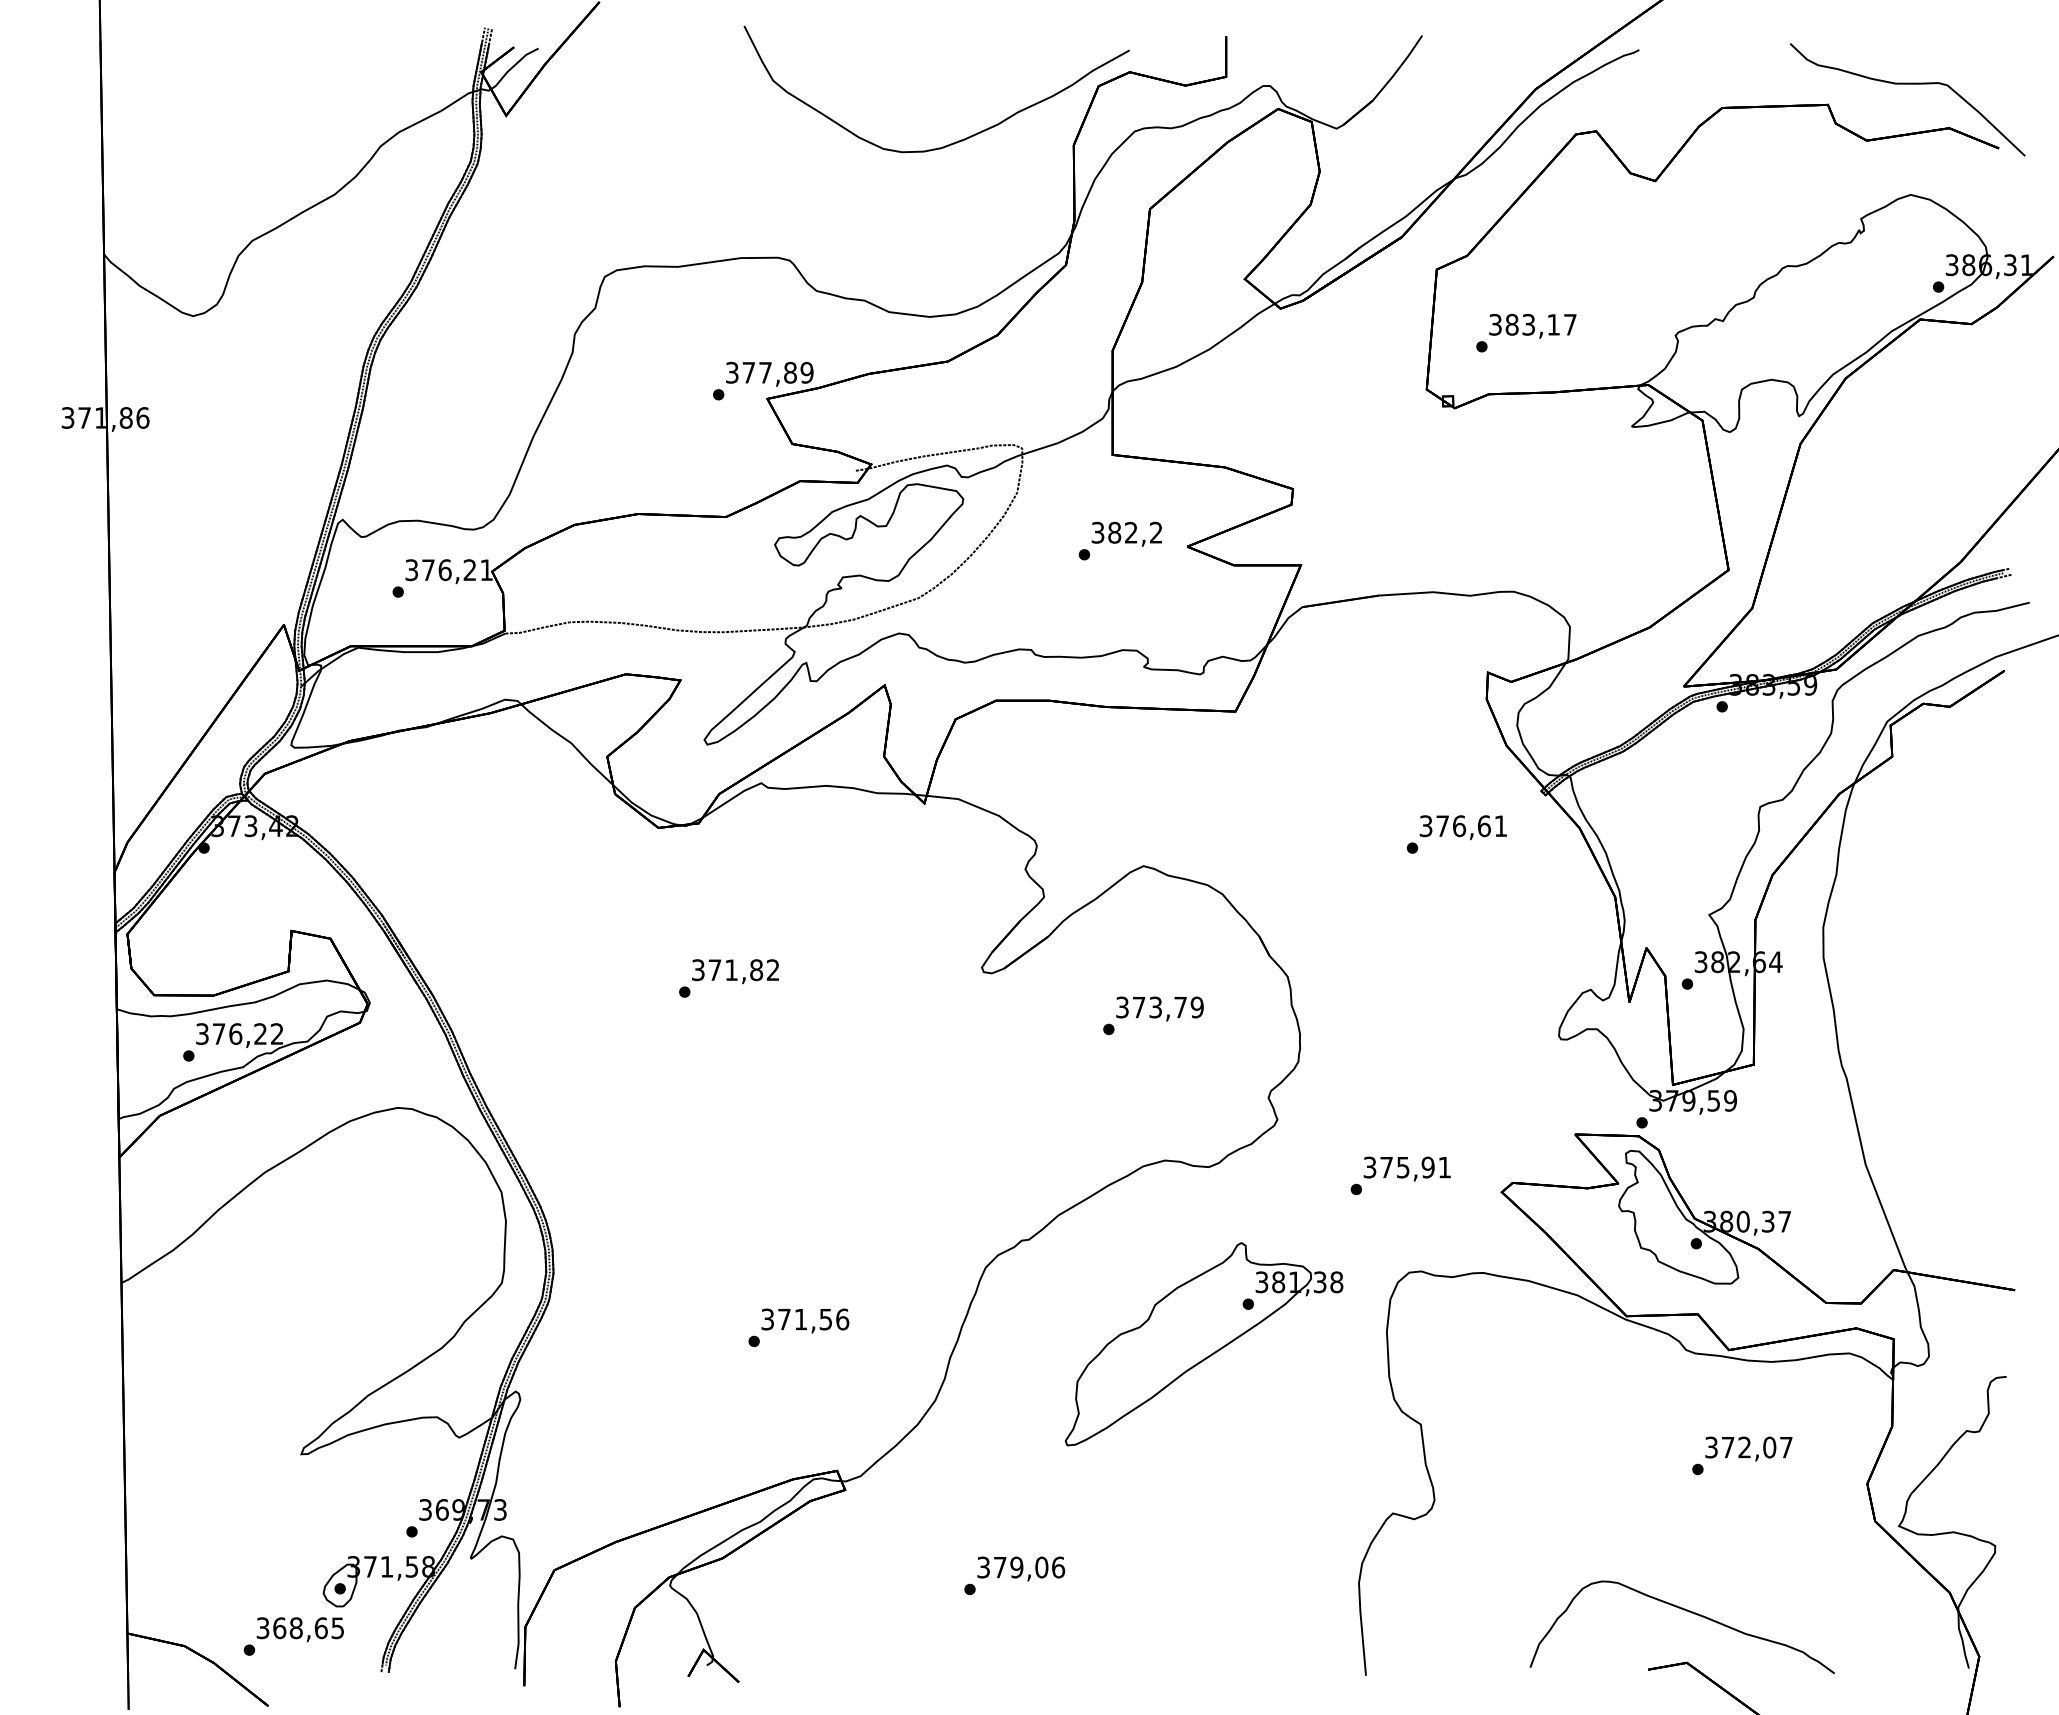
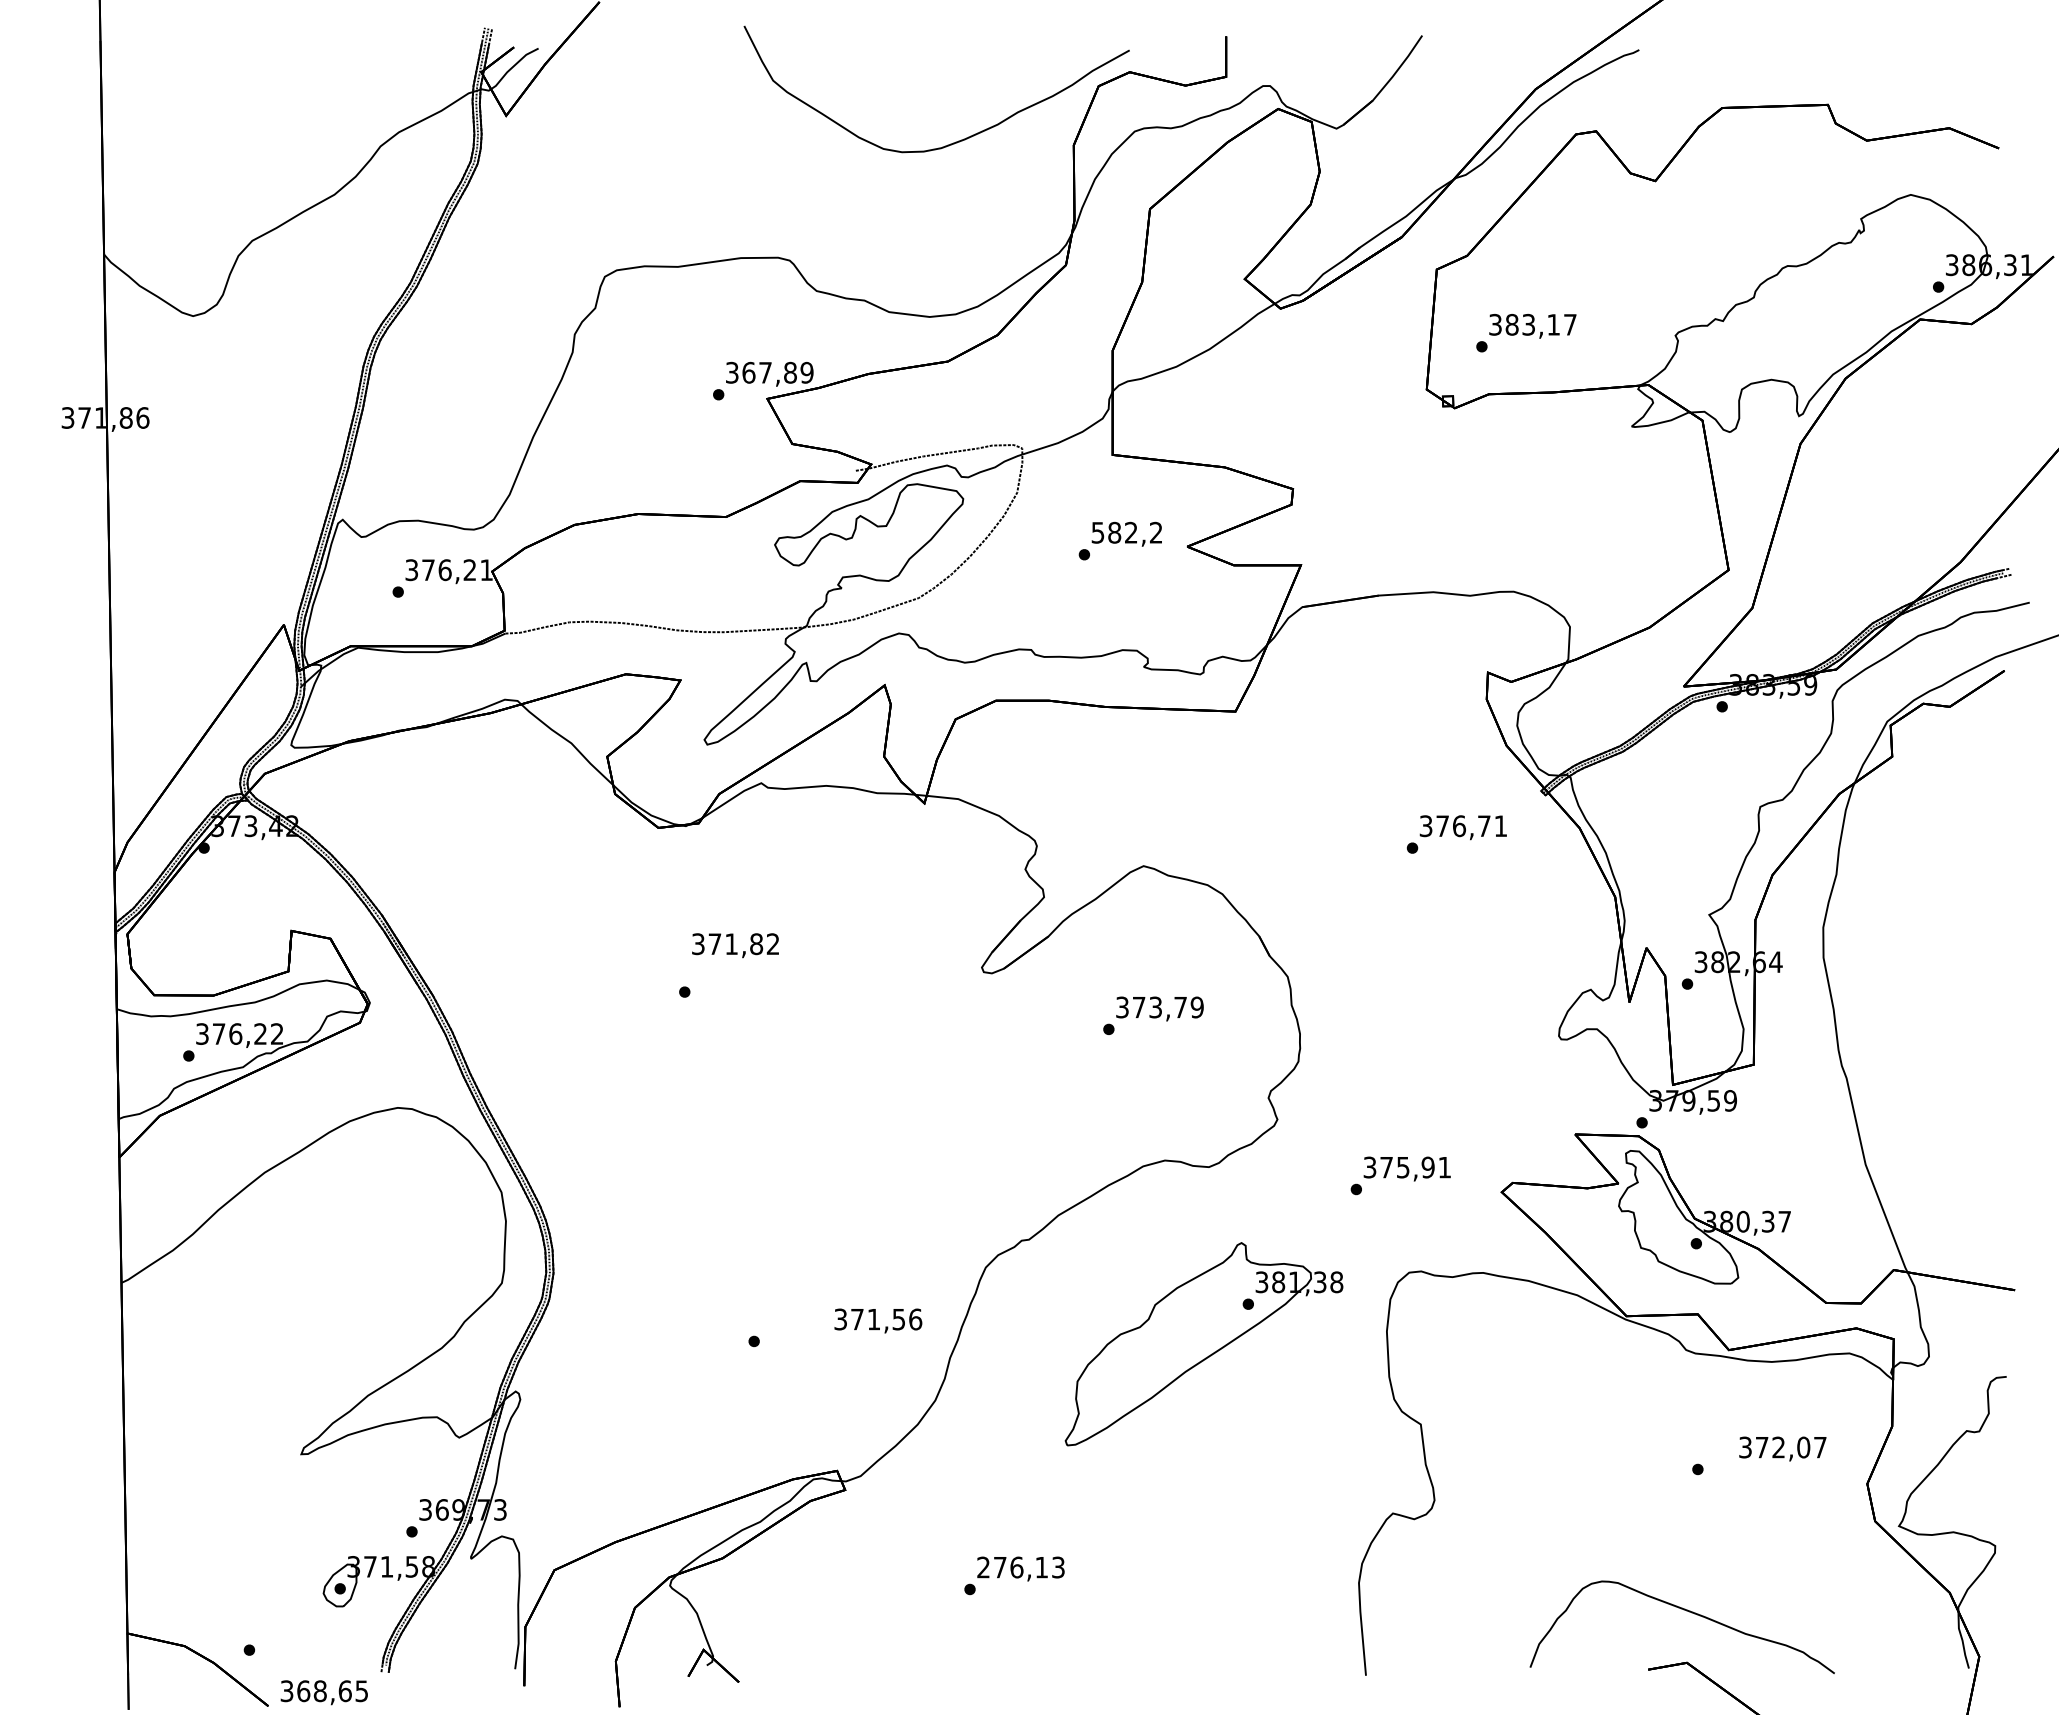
curve at (1907, 84): present -> none
text at (748, 372): 377,89 -> 367,89
text at (1098, 531): 382,2 -> 582,2
text at (1483, 826): 376,61 -> 376,71
text at (735, 971) position: (735, 971) -> (735, 945)
text at (805, 1320) position: (805, 1320) -> (878, 1320)
text at (1748, 1448) position: (1748, 1448) -> (1782, 1448)
text at (1021, 1567): 379,06 -> 276,13
text at (299, 1629) position: (299, 1629) -> (323, 1692)
